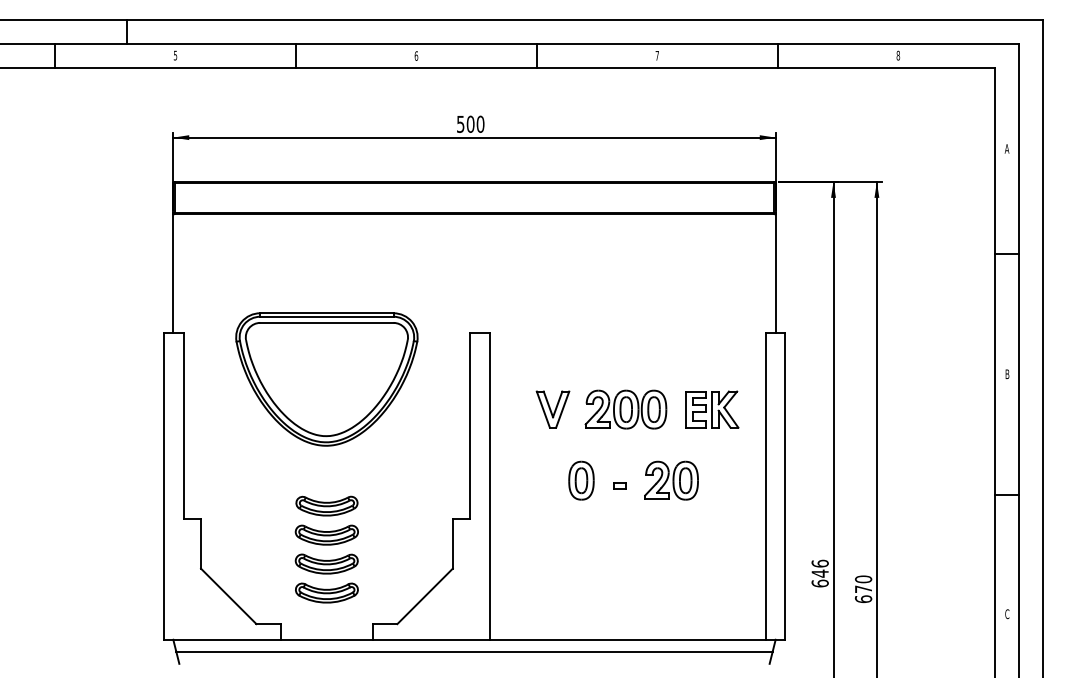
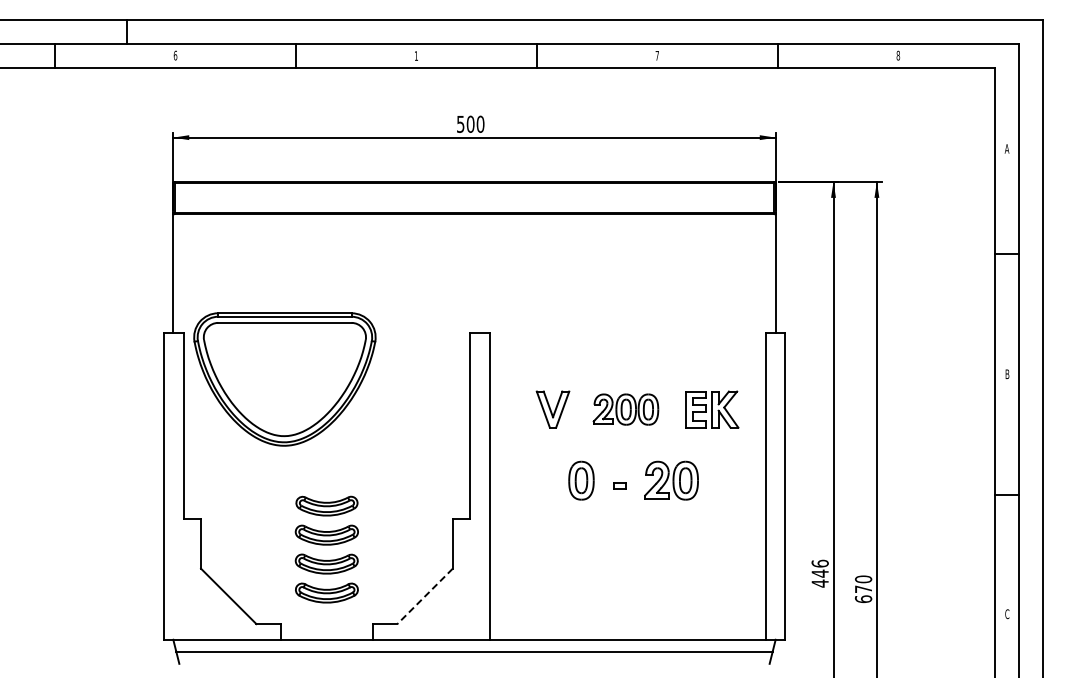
text at (175, 55): 5 -> 6
text at (416, 55): 6 -> 1
part at (326, 379) position: (326, 379) -> (284, 379)
part at (625, 409) size: 84x41 px -> 68x33 px
text at (819, 583): 646 -> 446
line at (424, 596): solid -> dashed
